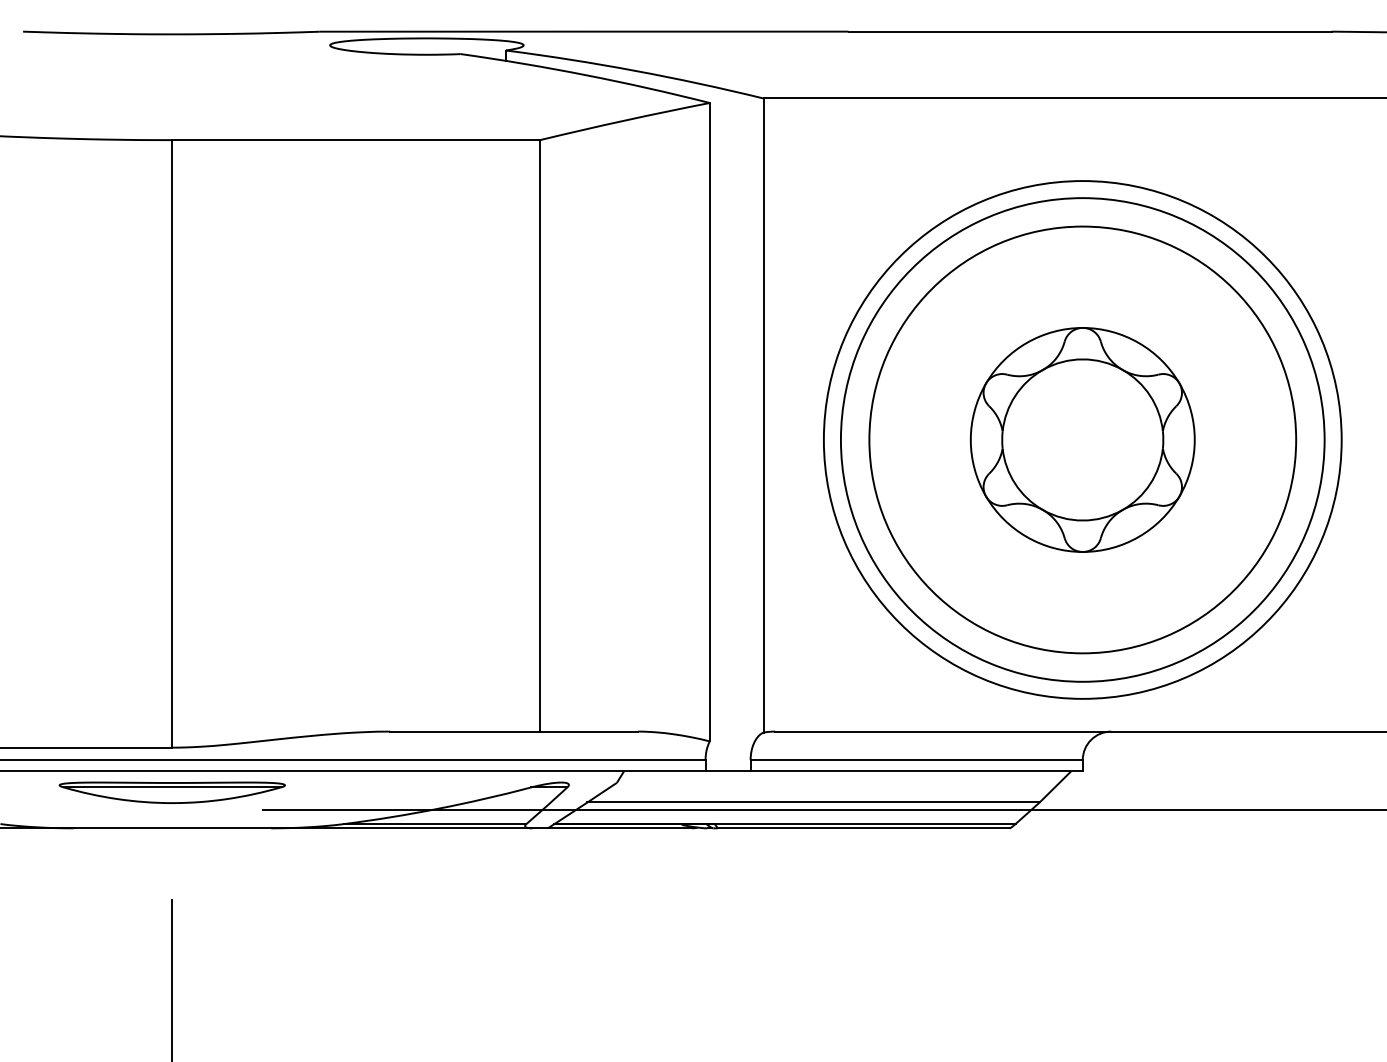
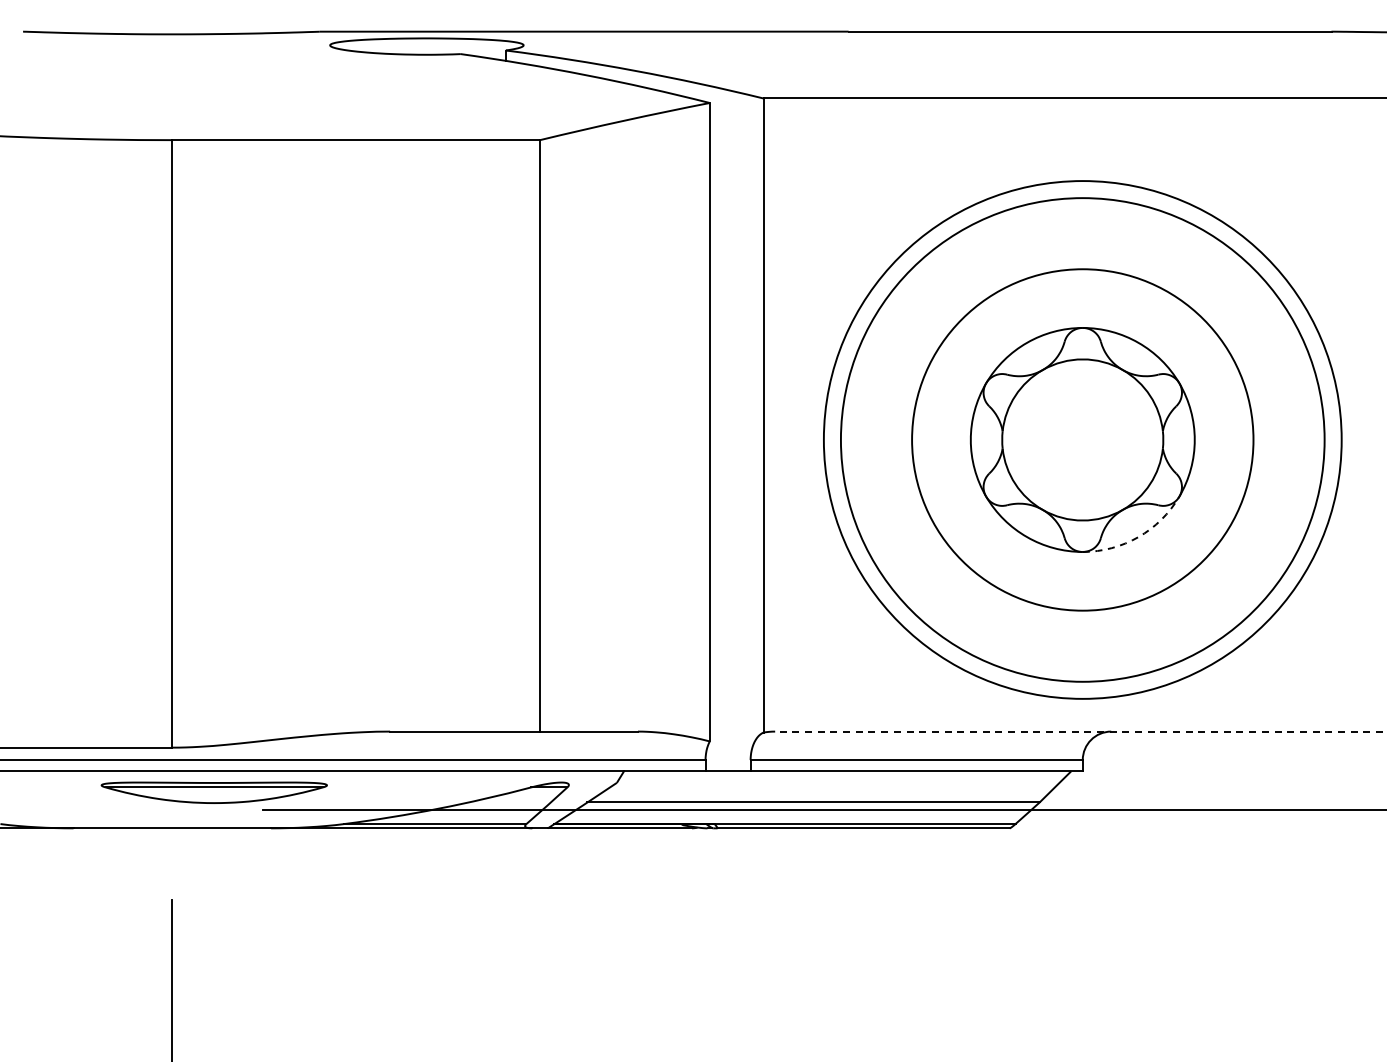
circle at (1082, 439) diameter: 427 px -> 341 px
arc at (1138, 537): solid -> dashed
line at (1080, 731): solid -> dashed
part at (171, 792) position: (171, 792) -> (213, 792)
